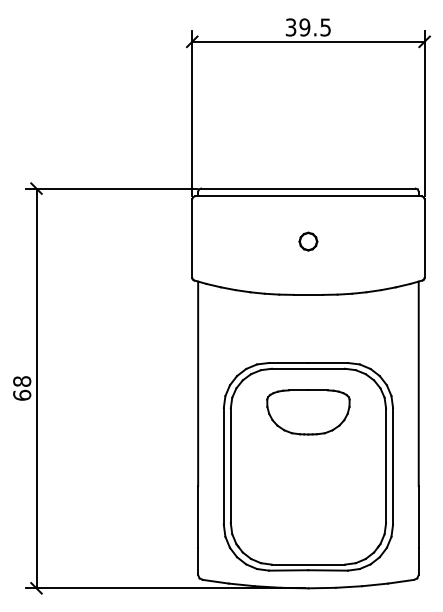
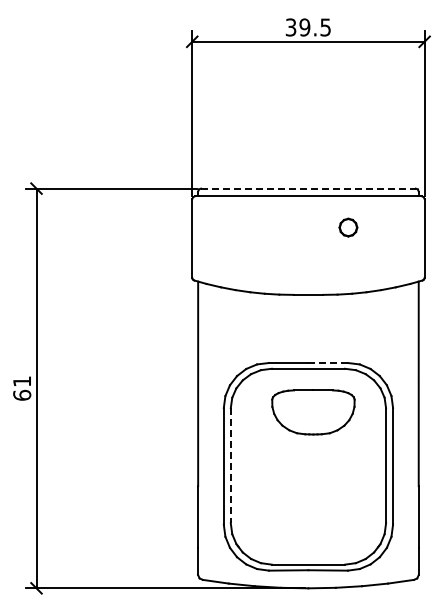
line at (308, 188): solid -> dashed
part at (308, 241) position: (308, 241) -> (348, 227)
line at (328, 362): solid -> dashed
text at (22, 381): 68 -> 61
part at (308, 412) position: (308, 412) -> (313, 412)
line at (230, 466): solid -> dashed
